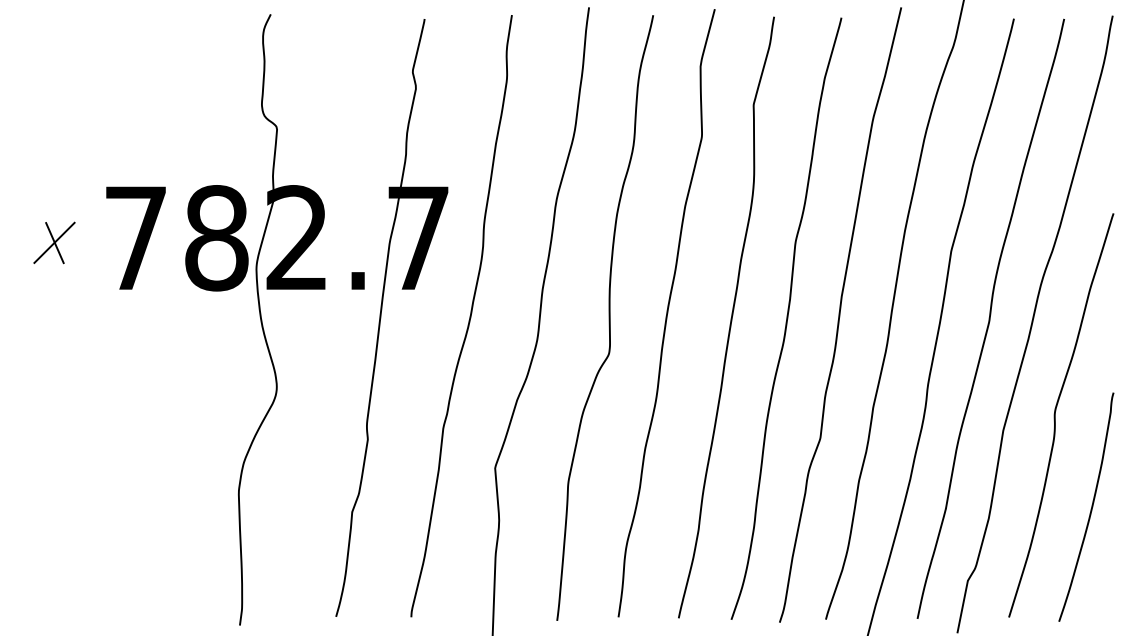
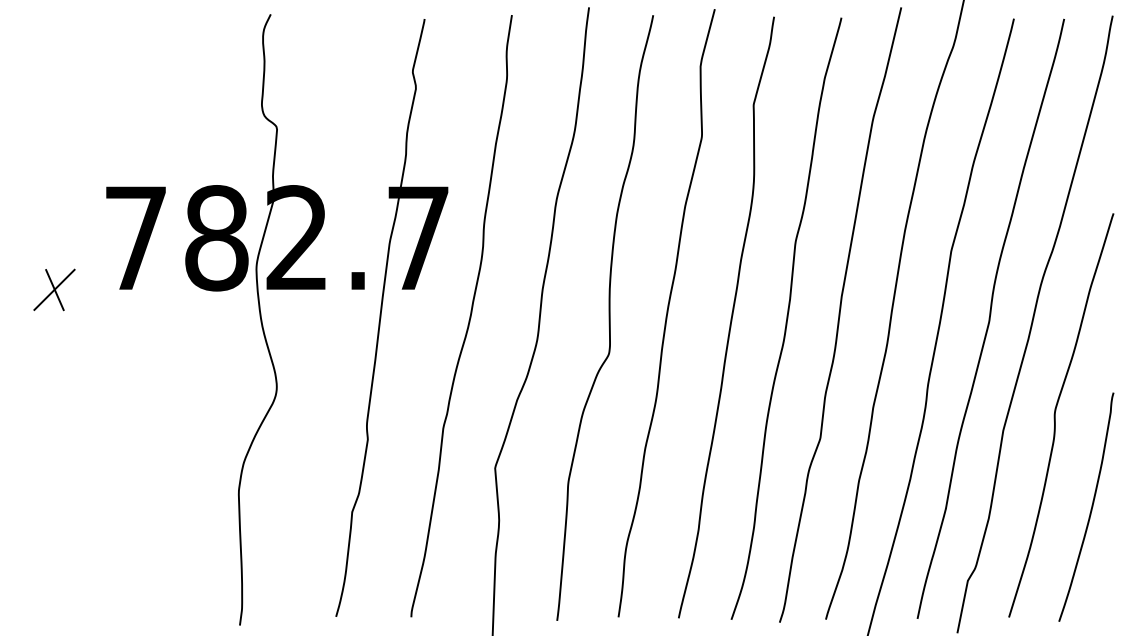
part at (54, 242) position: (54, 242) -> (54, 289)
